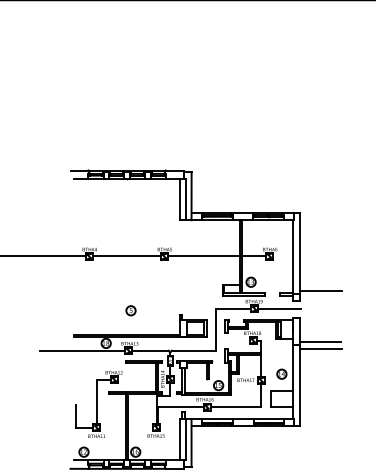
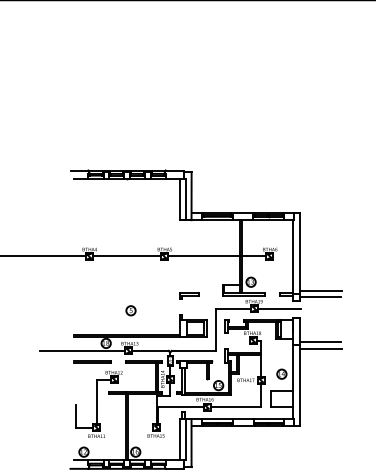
part at (189, 295): none -> present
line at (320, 297): none -> present
line at (92, 361): none -> present
